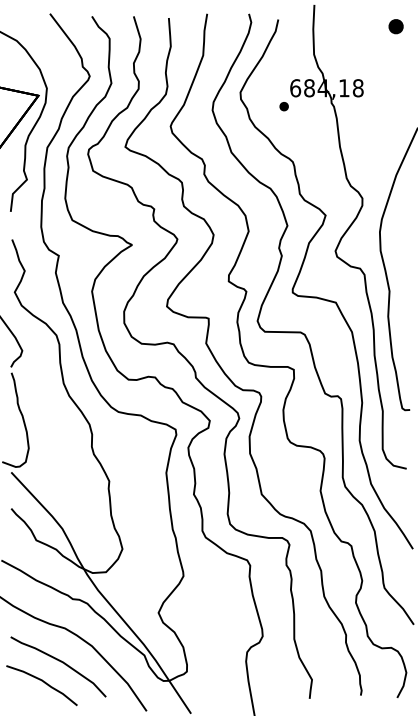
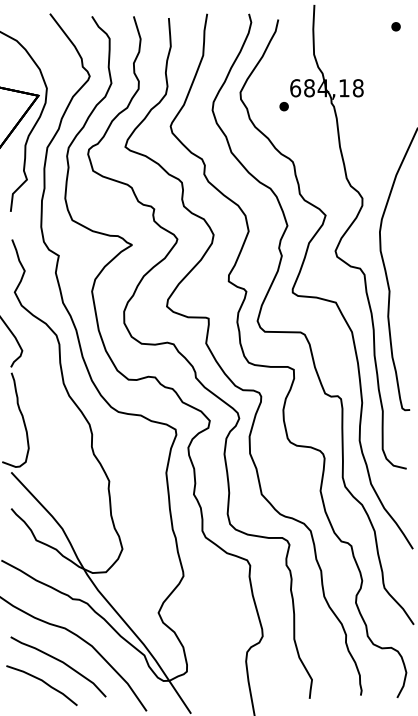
part at (395, 26) size: 16x16 px -> 10x10 px
